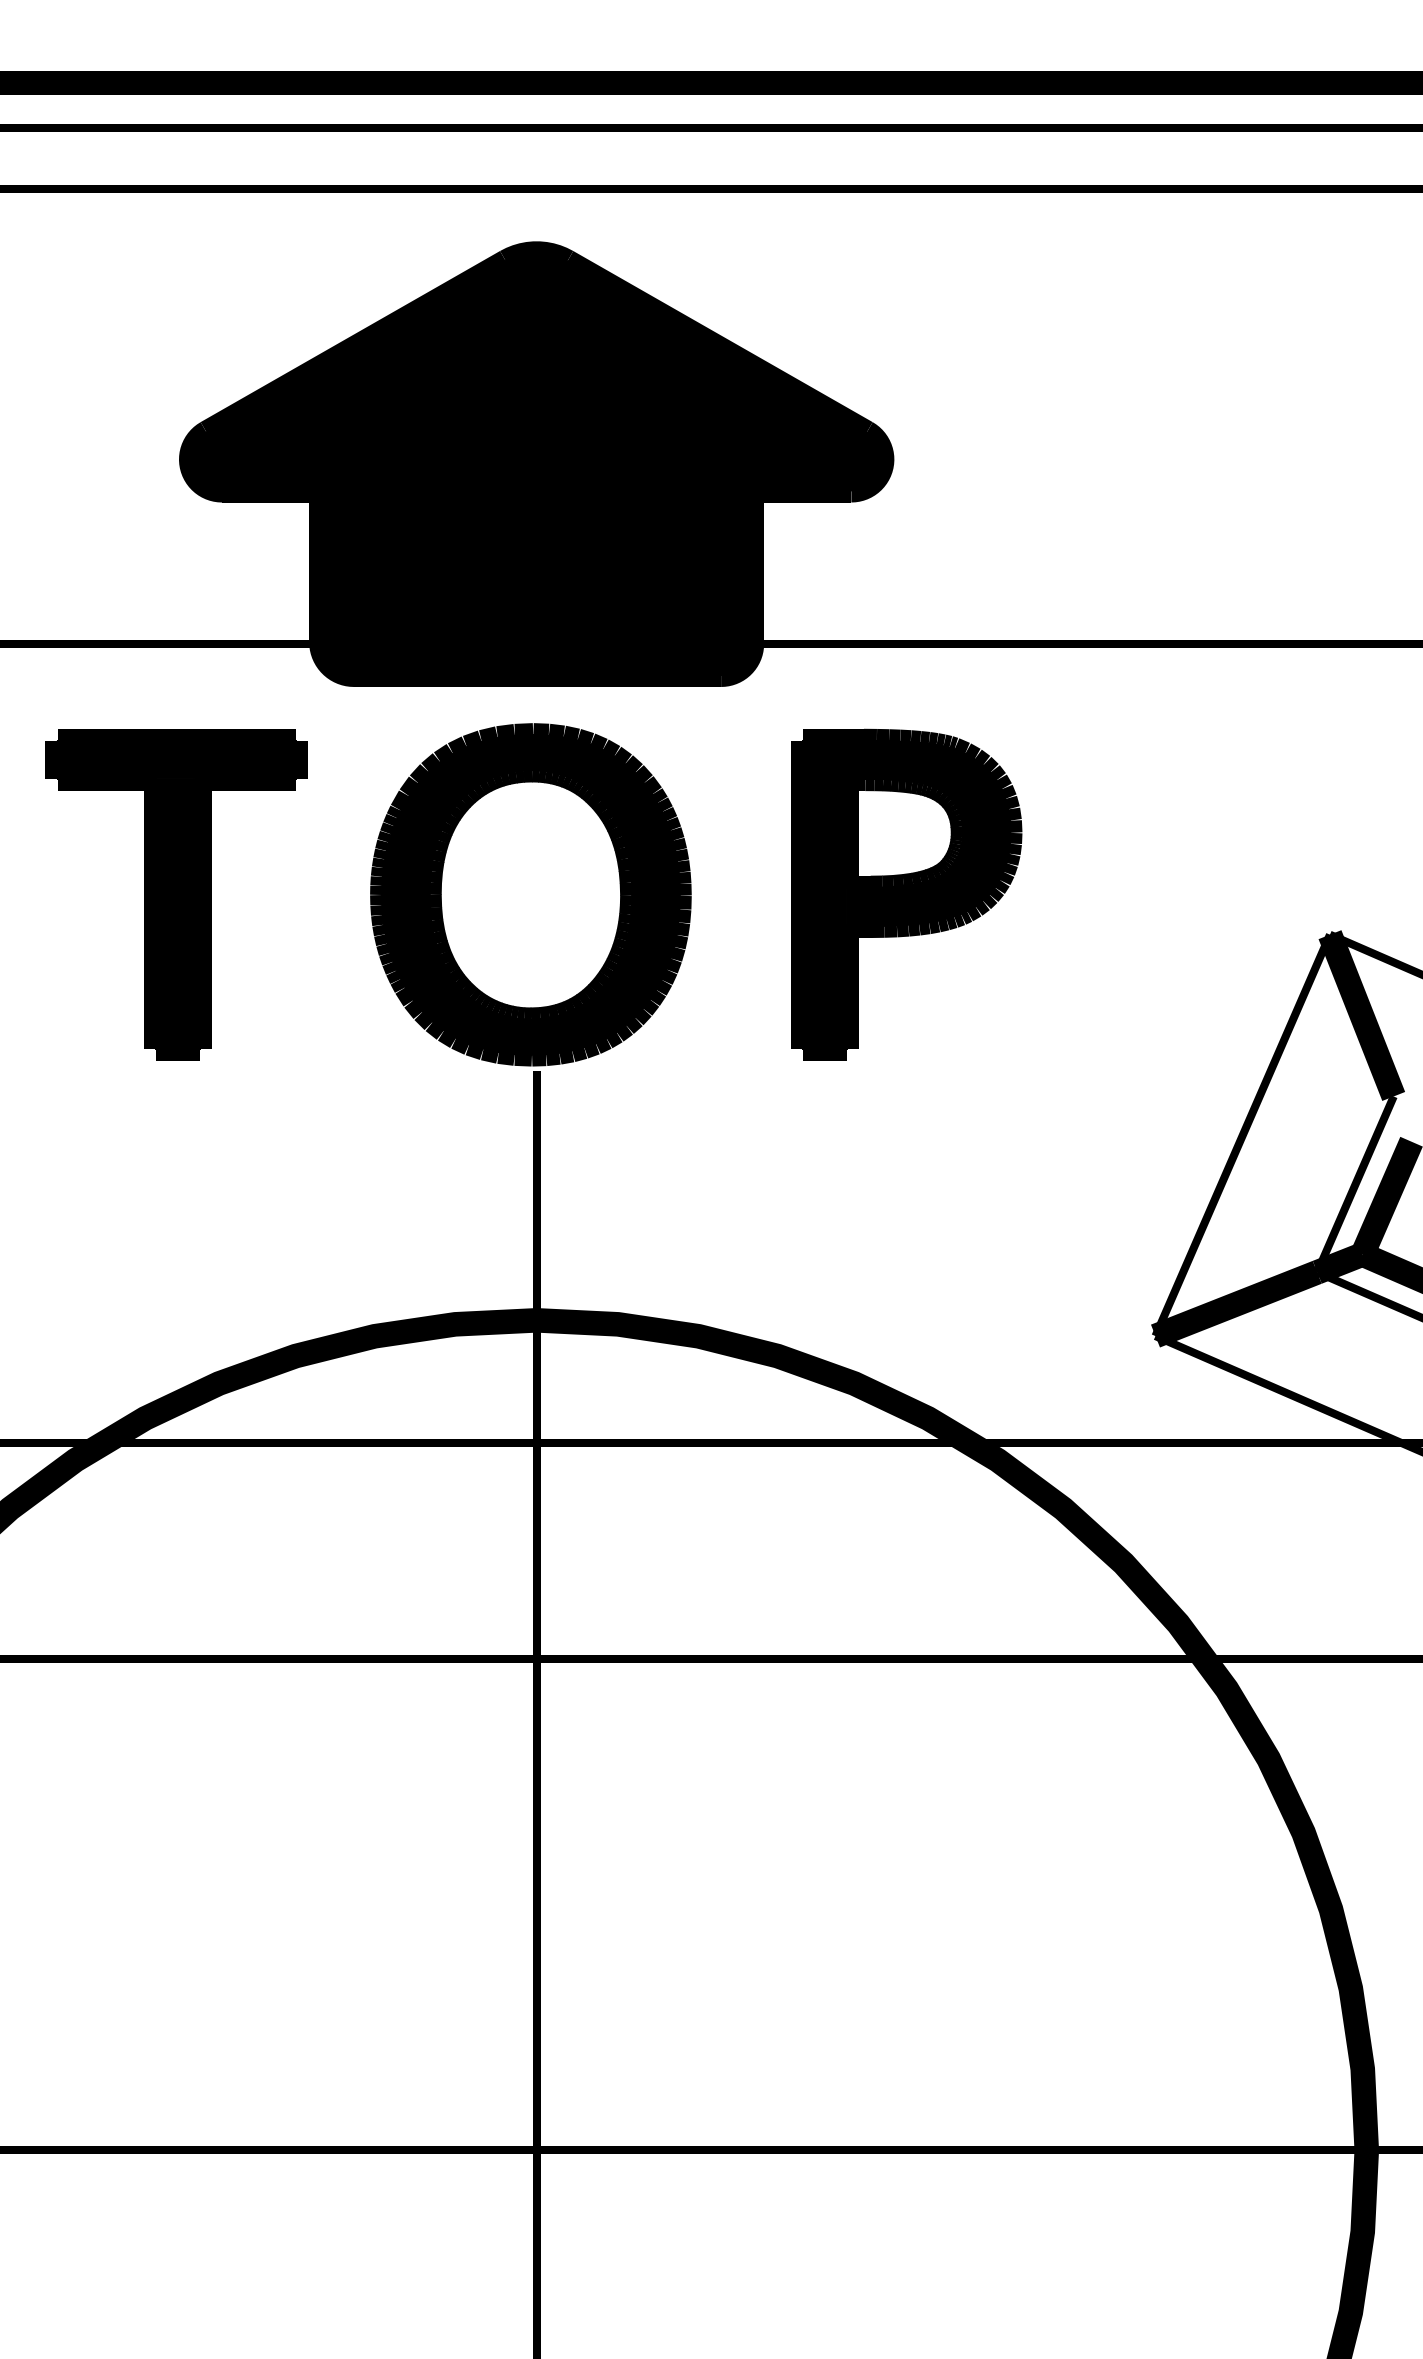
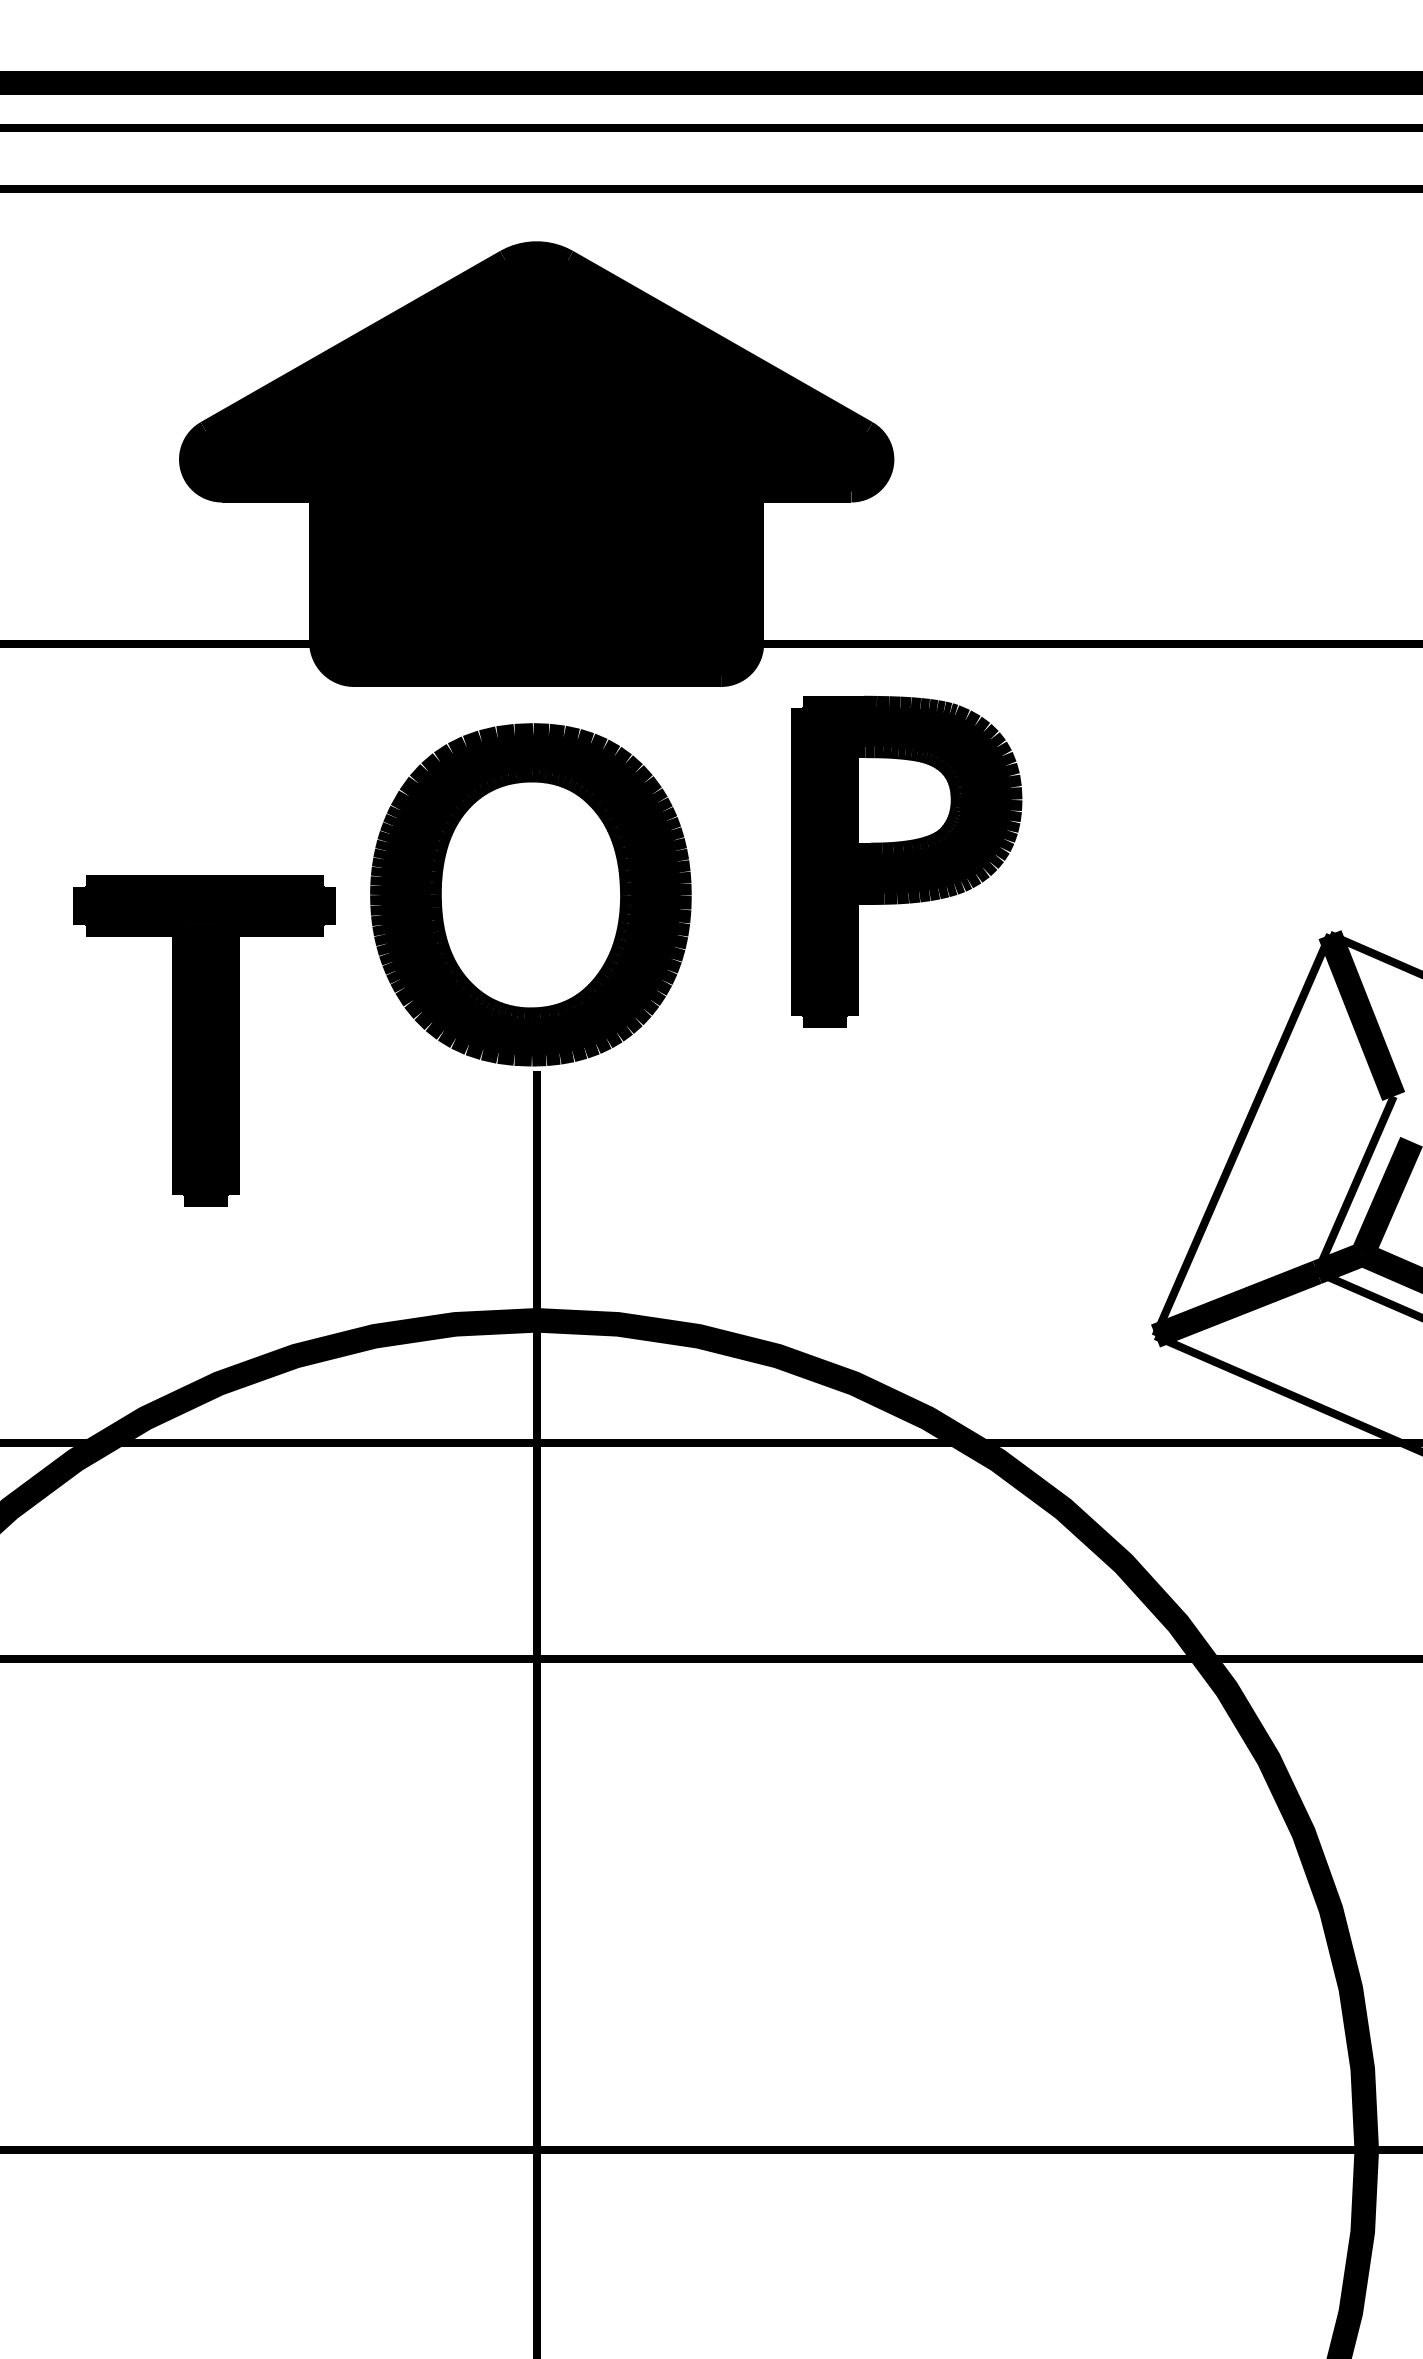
part at (176, 894) position: (176, 894) -> (204, 1040)
part at (906, 894) position: (906, 894) -> (906, 861)
